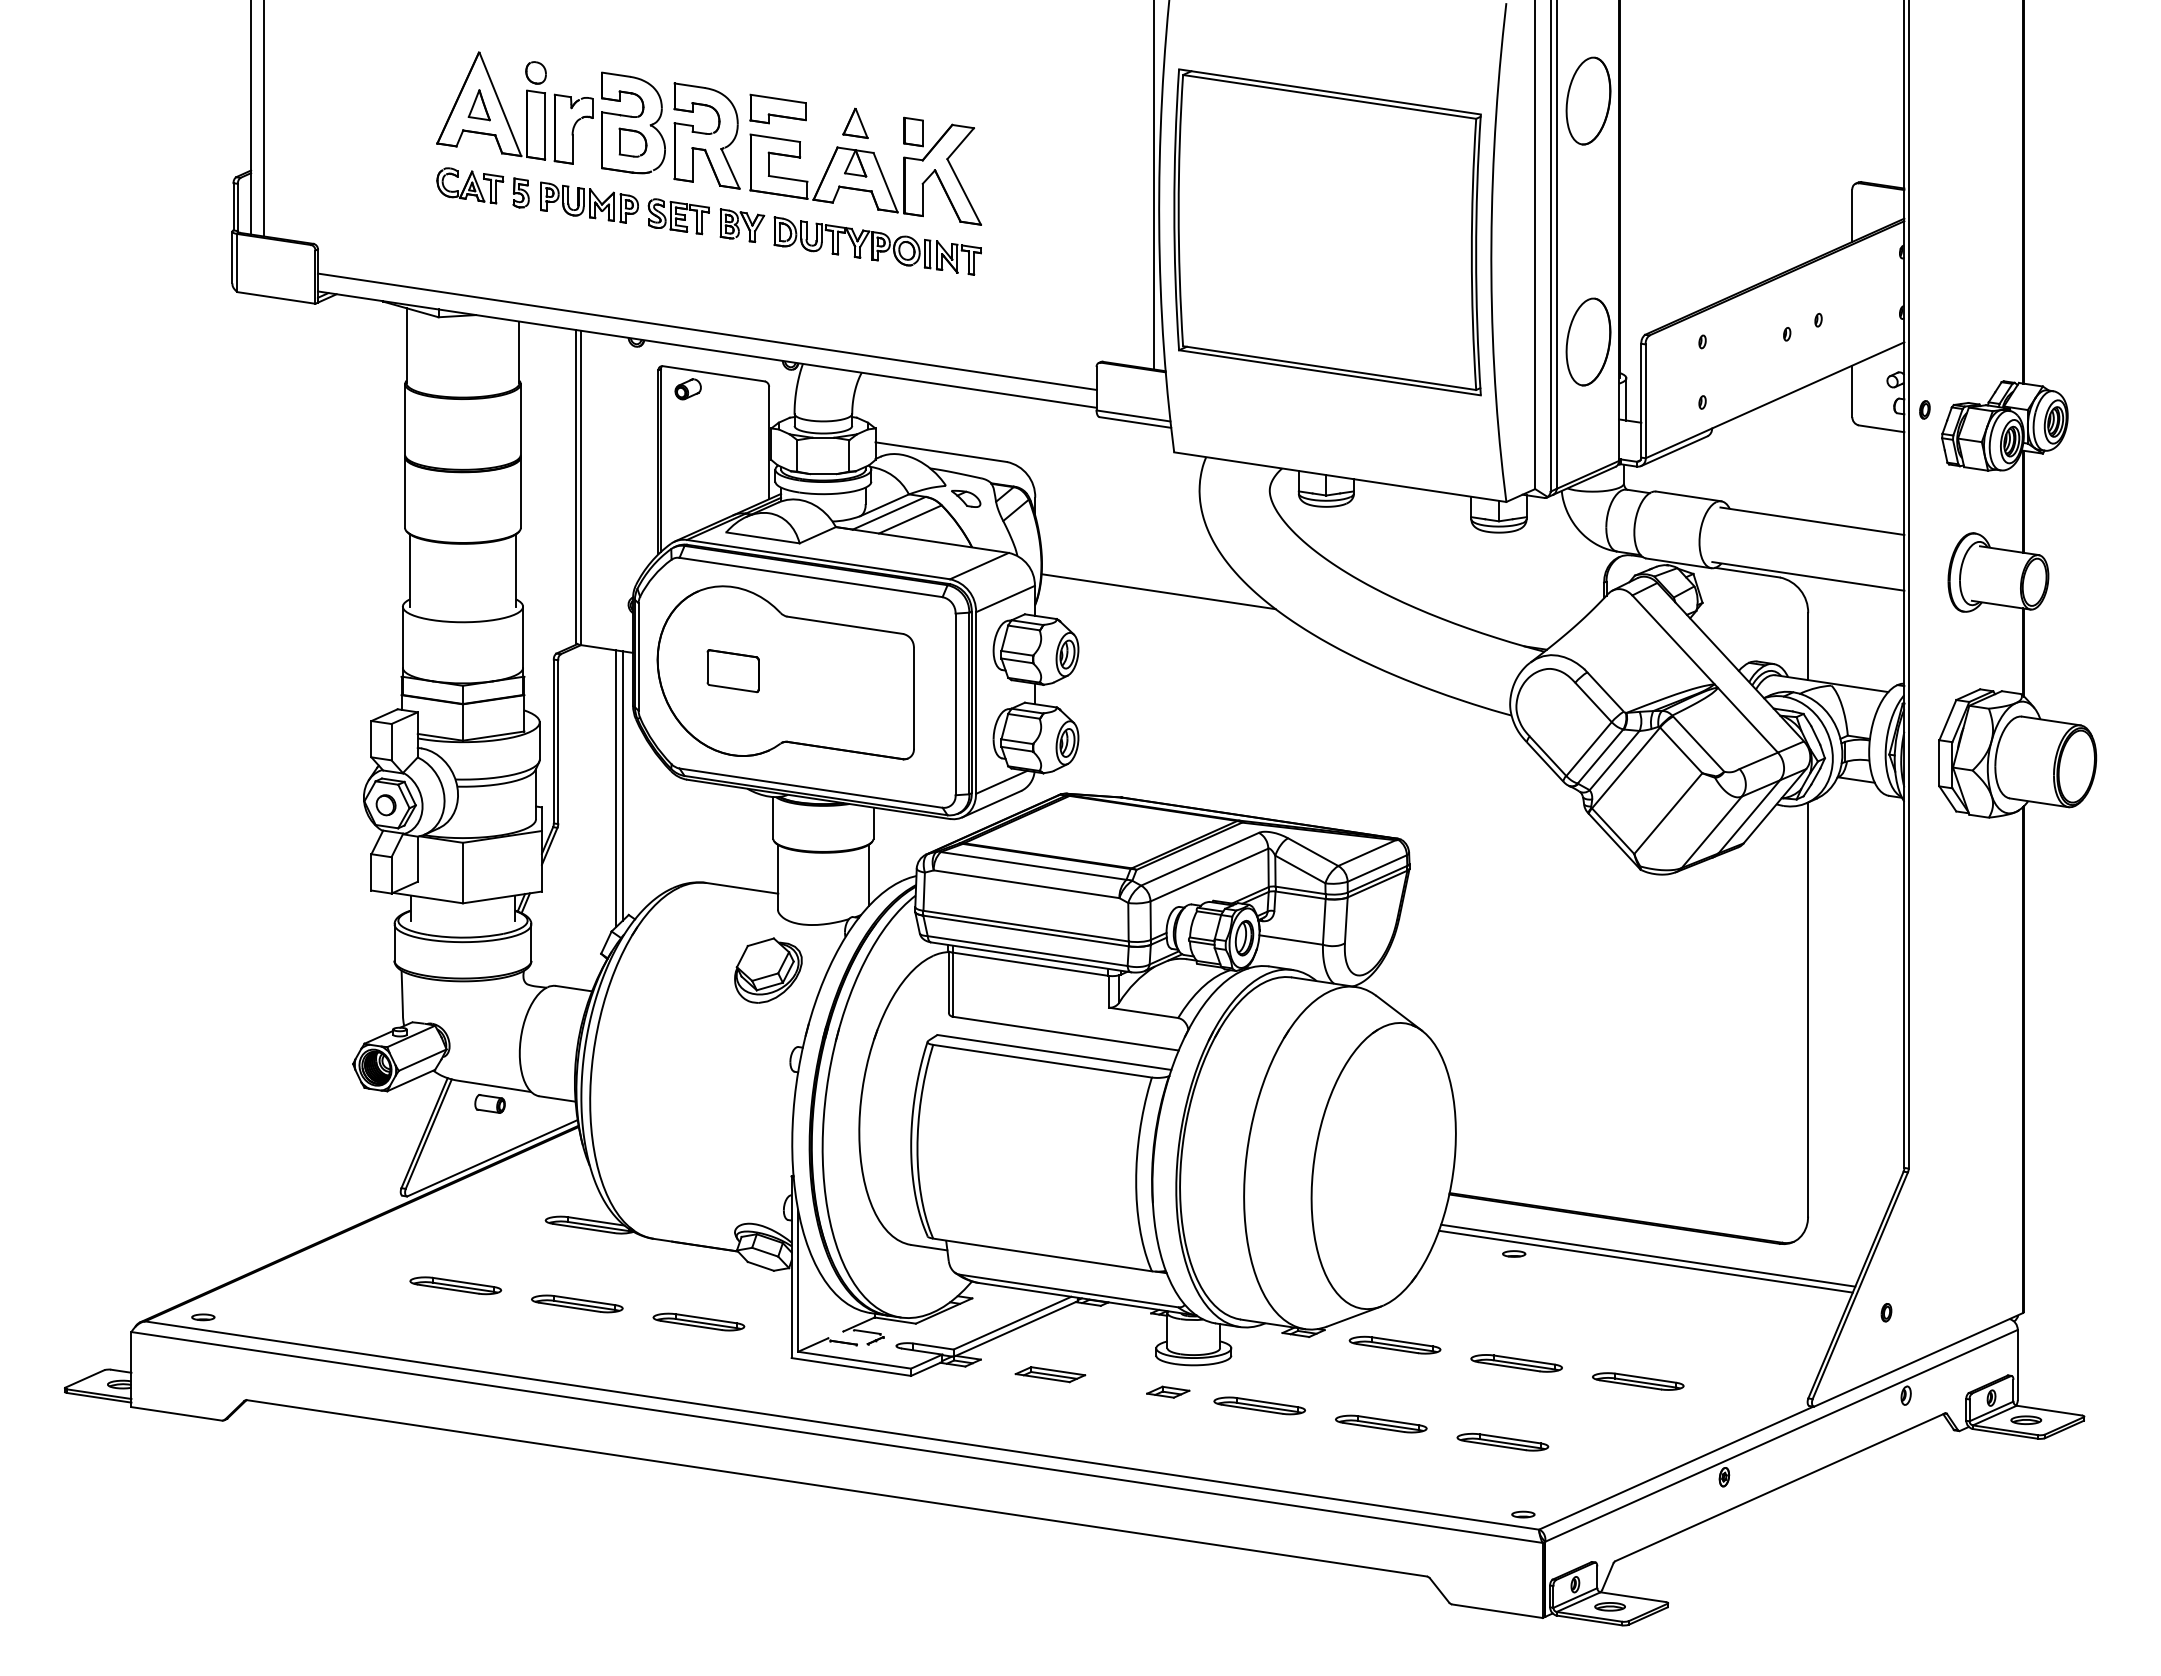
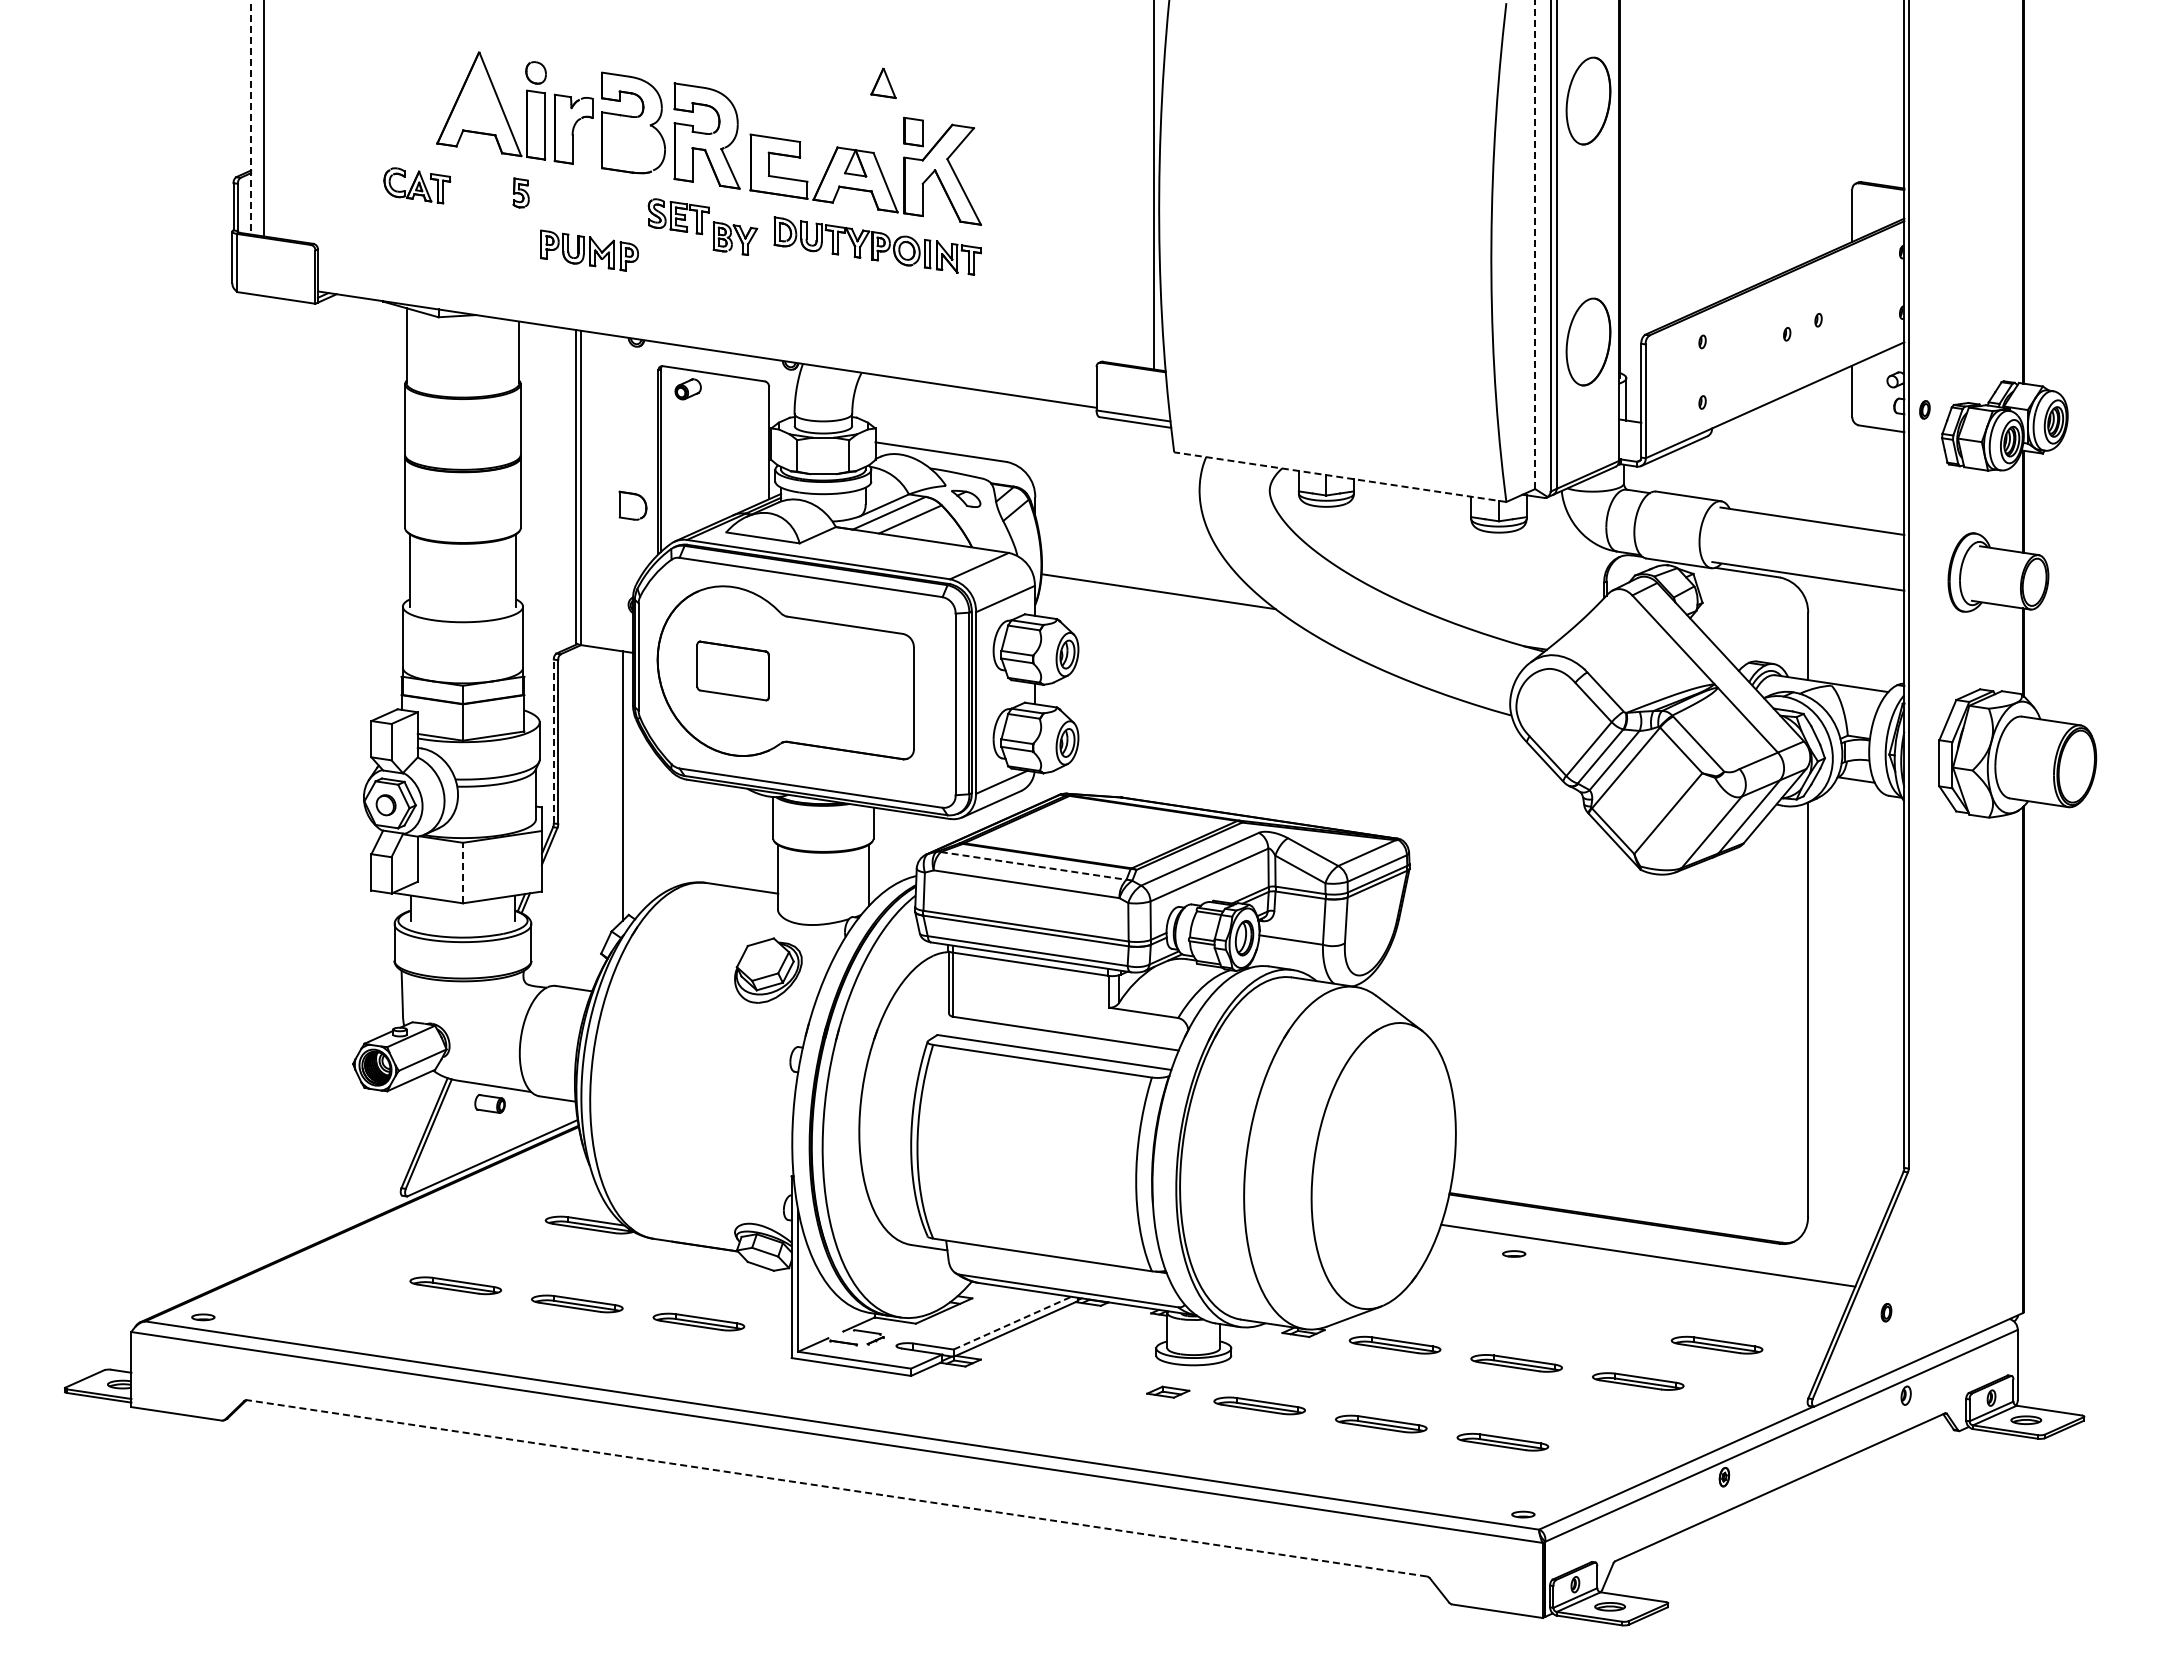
part at (478, 105): present -> none
part at (777, 108): present -> none
line at (251, 117): solid -> dashed
part at (855, 122) position: (855, 122) -> (883, 82)
part at (632, 142) position: (632, 142) -> (632, 505)
part at (470, 185) position: (470, 185) -> (417, 185)
part at (589, 202) position: (589, 202) -> (589, 250)
part at (742, 225) position: (742, 225) -> (735, 238)
part at (1327, 232): present -> none
line at (1535, 244): solid -> dashed
line at (706, 331): present -> none
line at (1340, 477): solid -> dashed
part at (732, 671) size: 54x45 px -> 74x62 px
line at (553, 741): solid -> dashed
line at (615, 788): present -> none
line at (1033, 865): solid -> dashed
line at (462, 872): solid -> dashed
line at (1645, 1261): present -> none
line at (1012, 1322): solid -> dashed
part at (1716, 1344): none -> present
part at (1050, 1374): present -> none
line at (836, 1488): solid -> dashed
